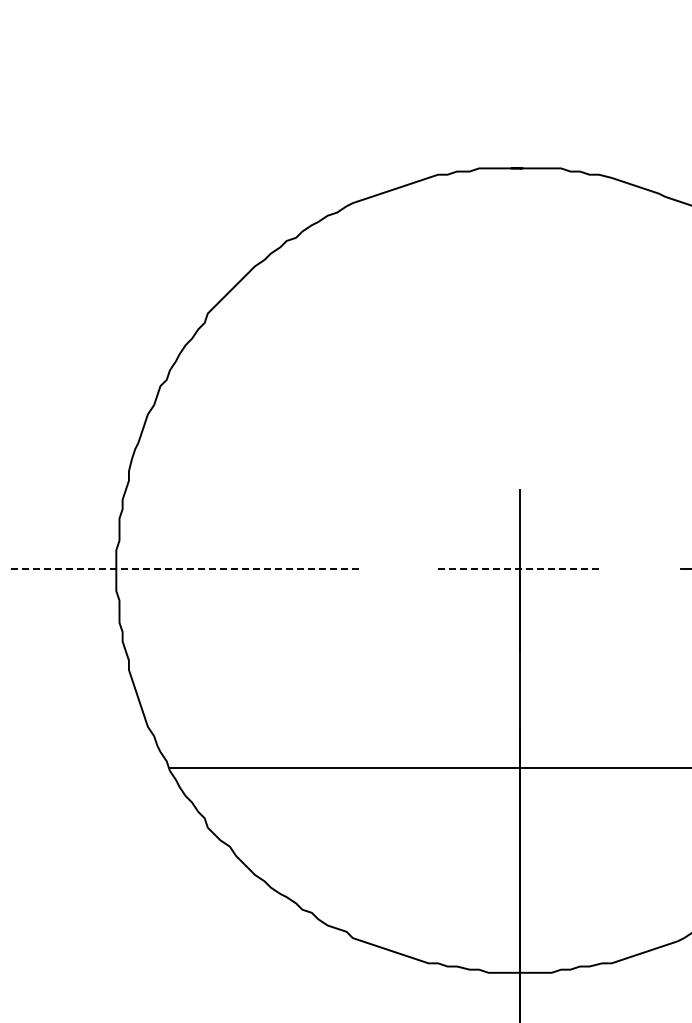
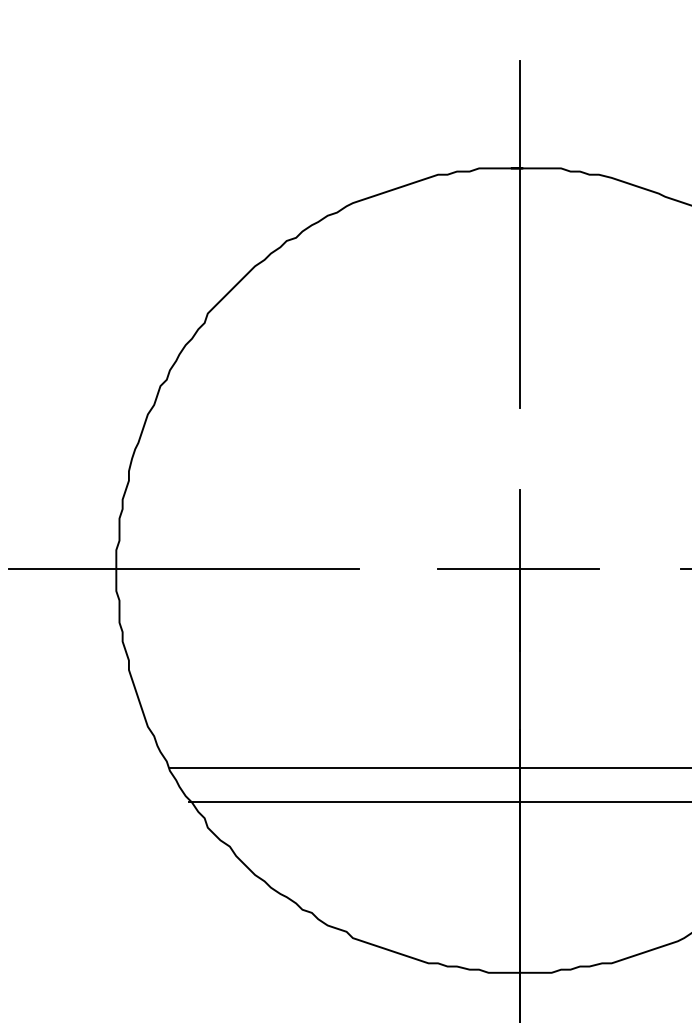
line at (520, 234): none -> present
line at (183, 569): dashed -> solid
line at (519, 569): dashed -> solid
line at (438, 802): none -> present
